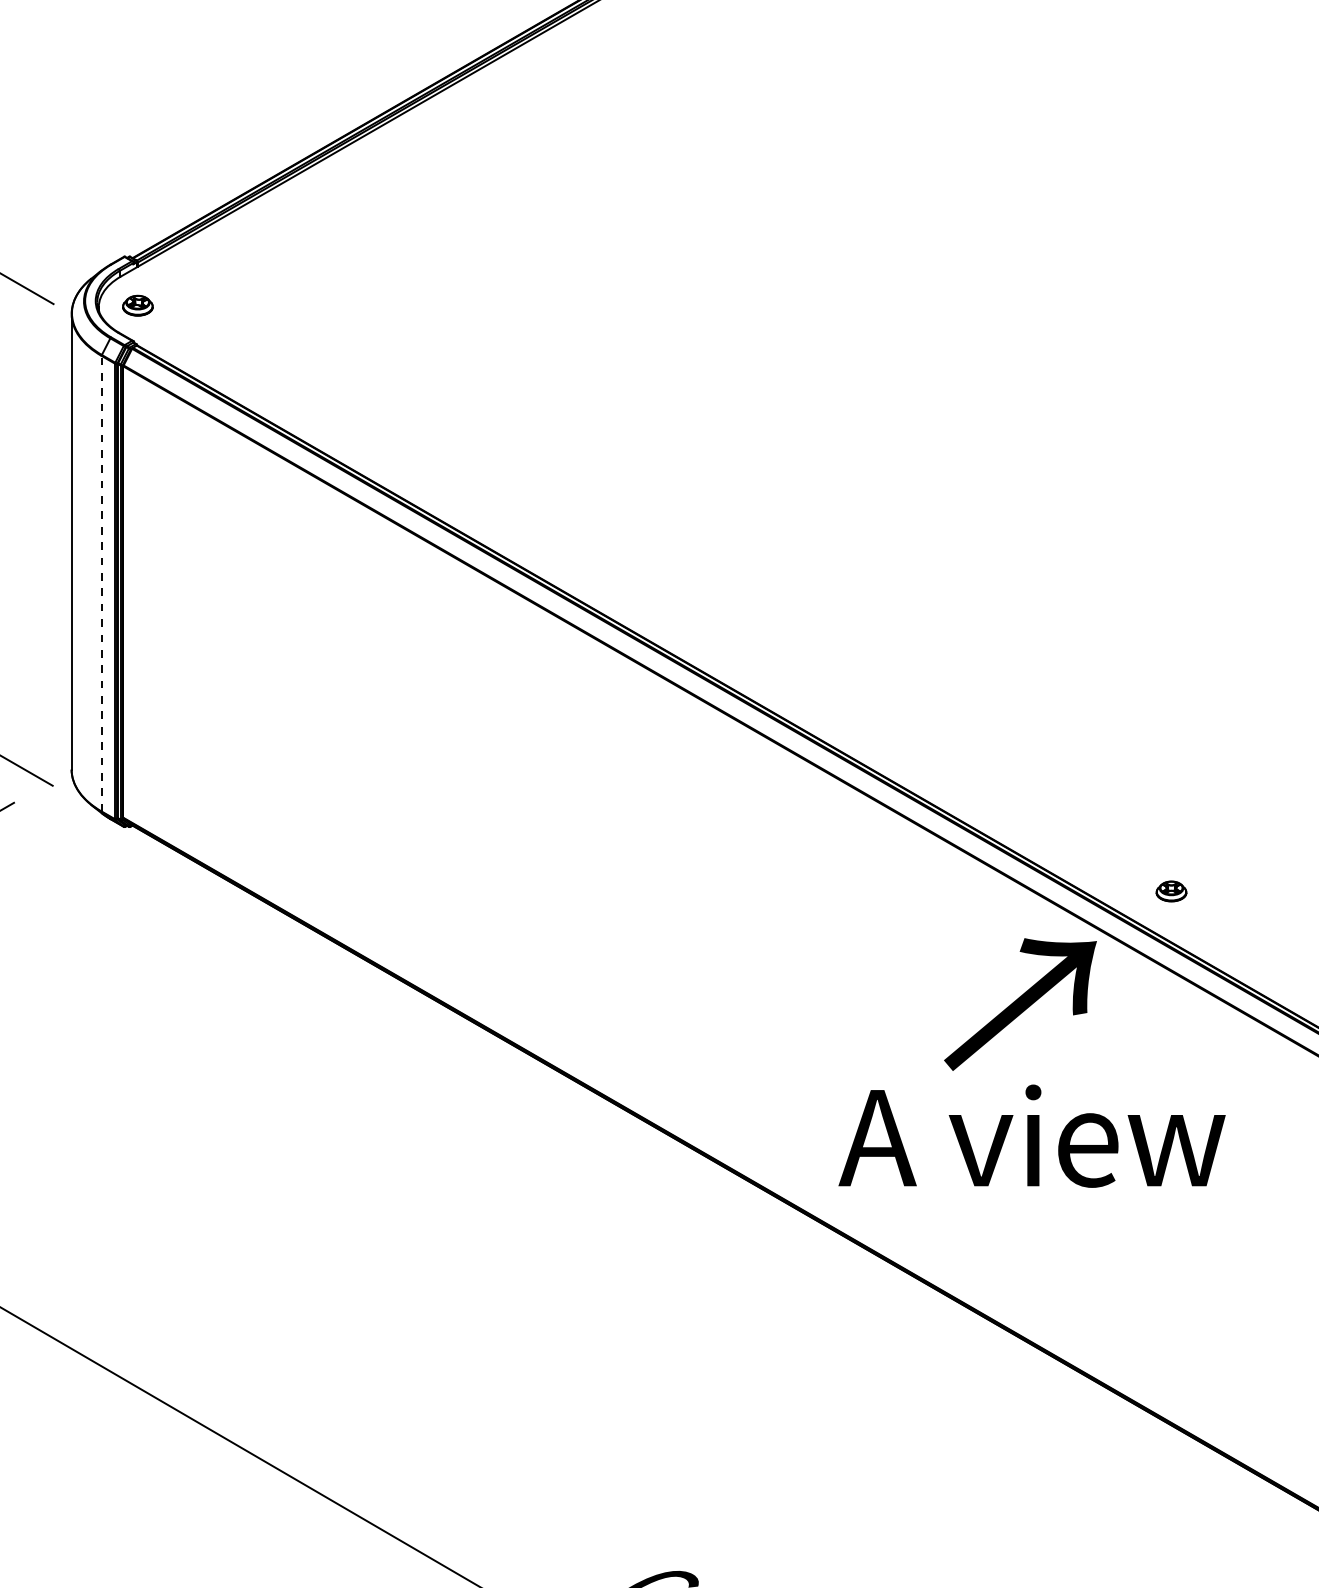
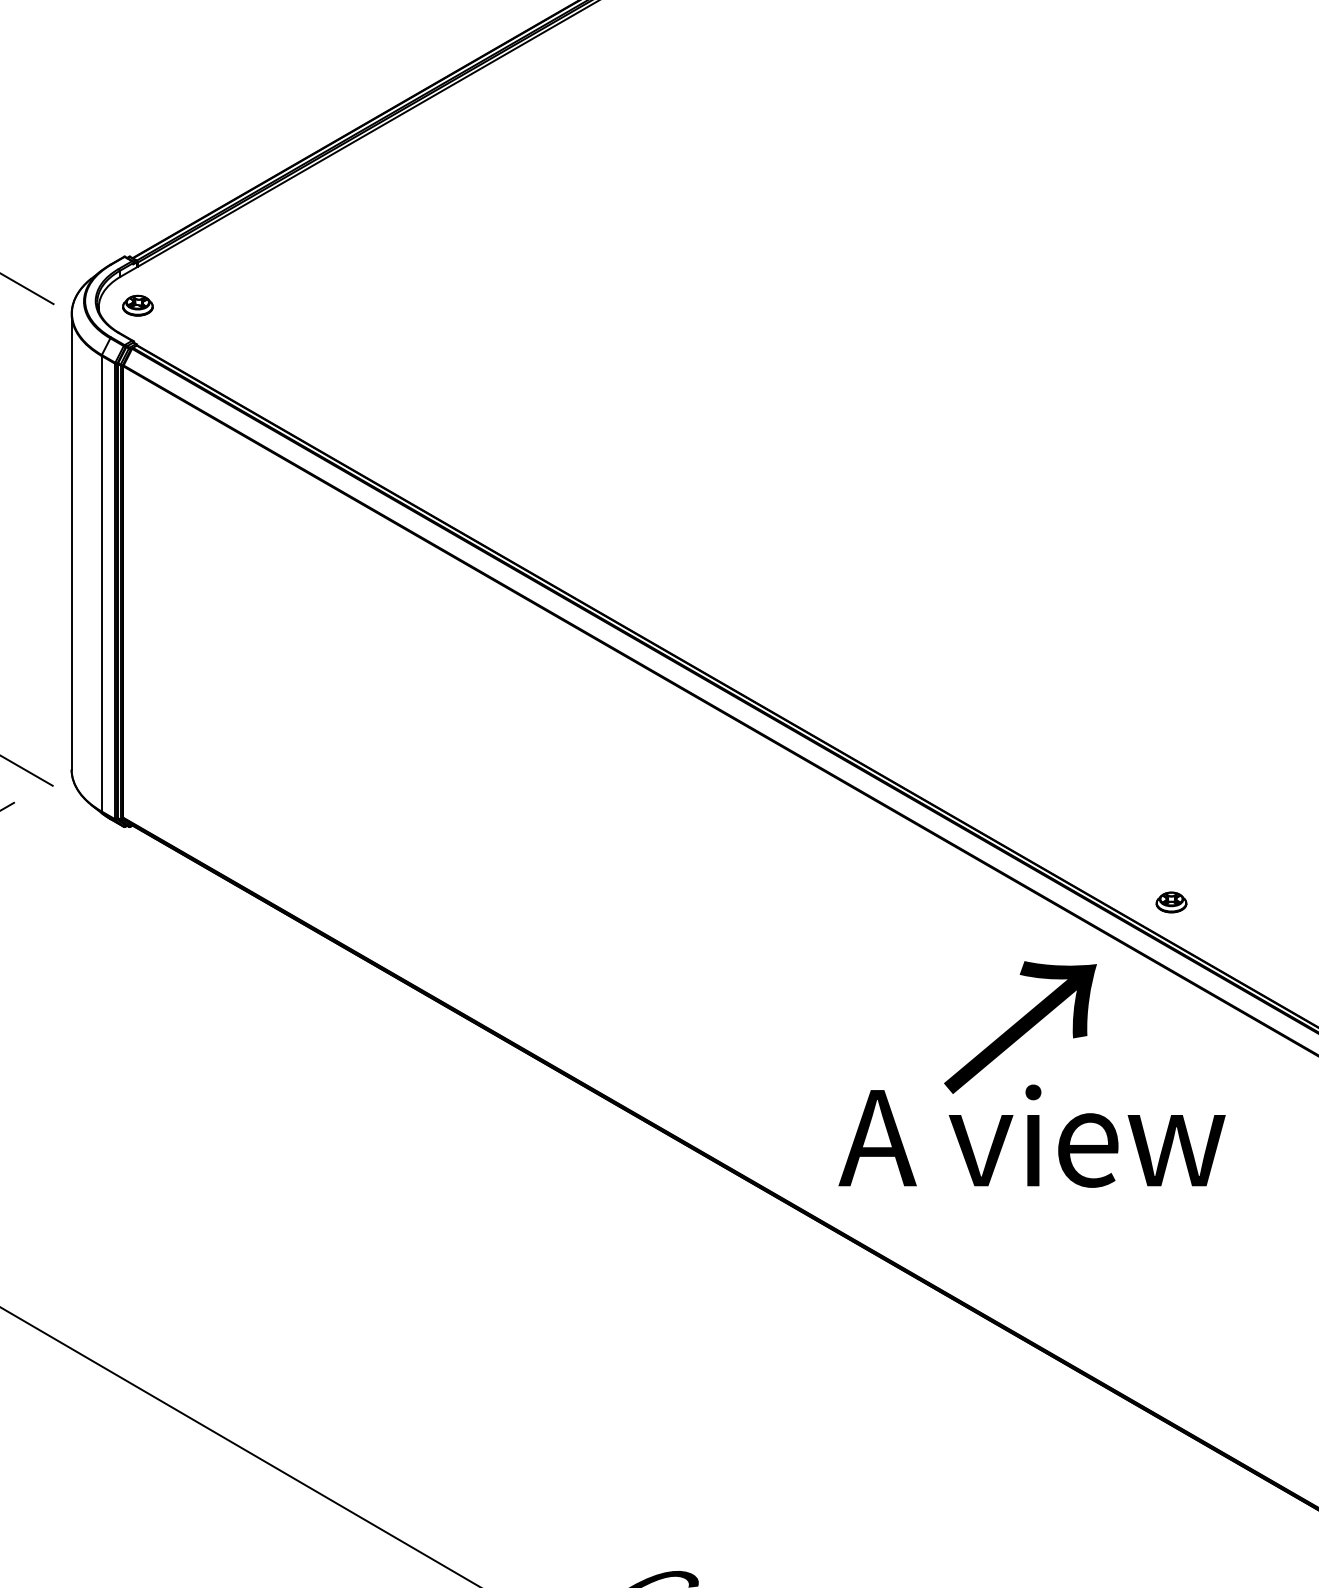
line at (101, 583): dashed -> solid
part at (1171, 891) position: (1171, 891) -> (1171, 902)
text at (1020, 1004) position: (1020, 1004) -> (1020, 1027)
